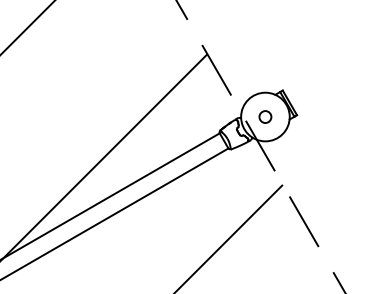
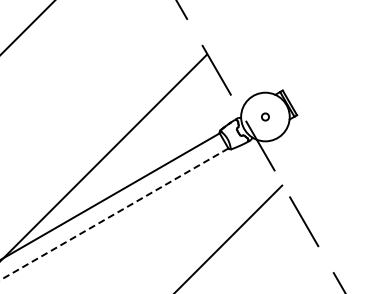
circle at (265, 116) size: 15x14 px -> 9x10 px
line at (114, 214): solid -> dashed
